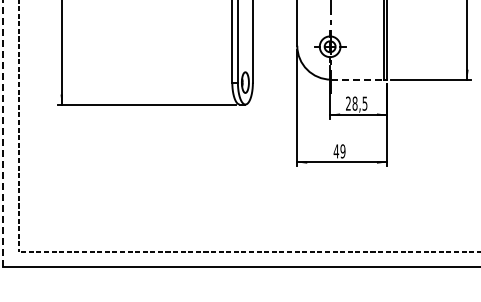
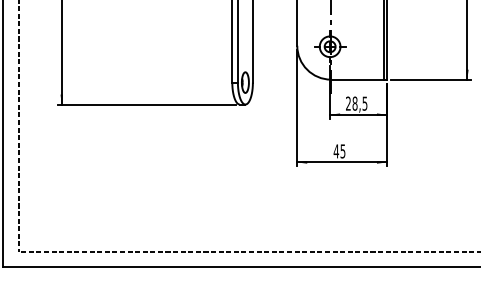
line at (358, 79): dashed -> solid
line at (3, 133): dashed -> solid
text at (342, 151): 49 -> 45
